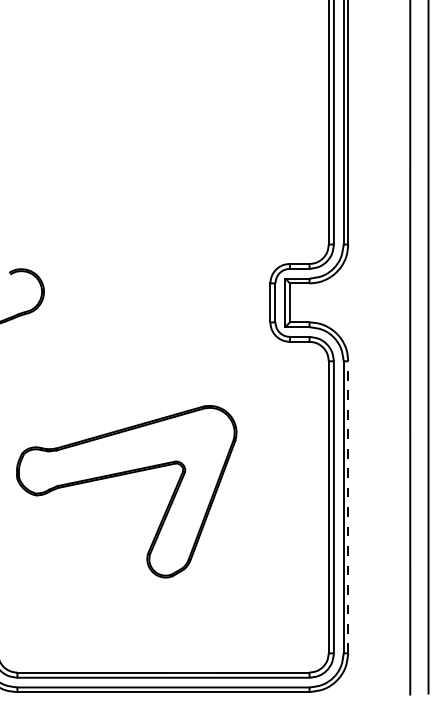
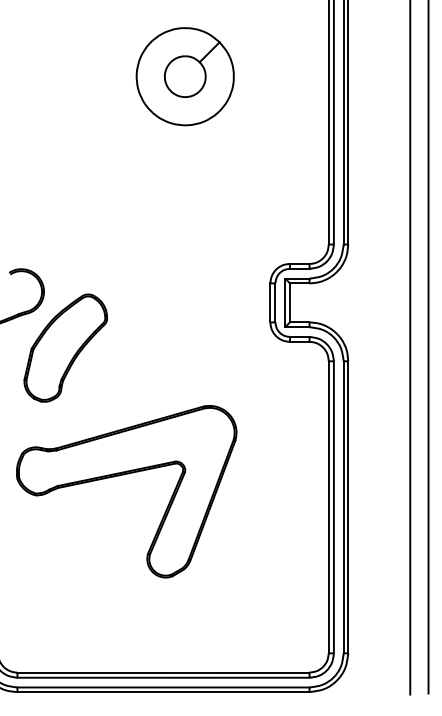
part at (184, 76): none -> present
part at (65, 347): none -> present
line at (348, 507): dashed -> solid
